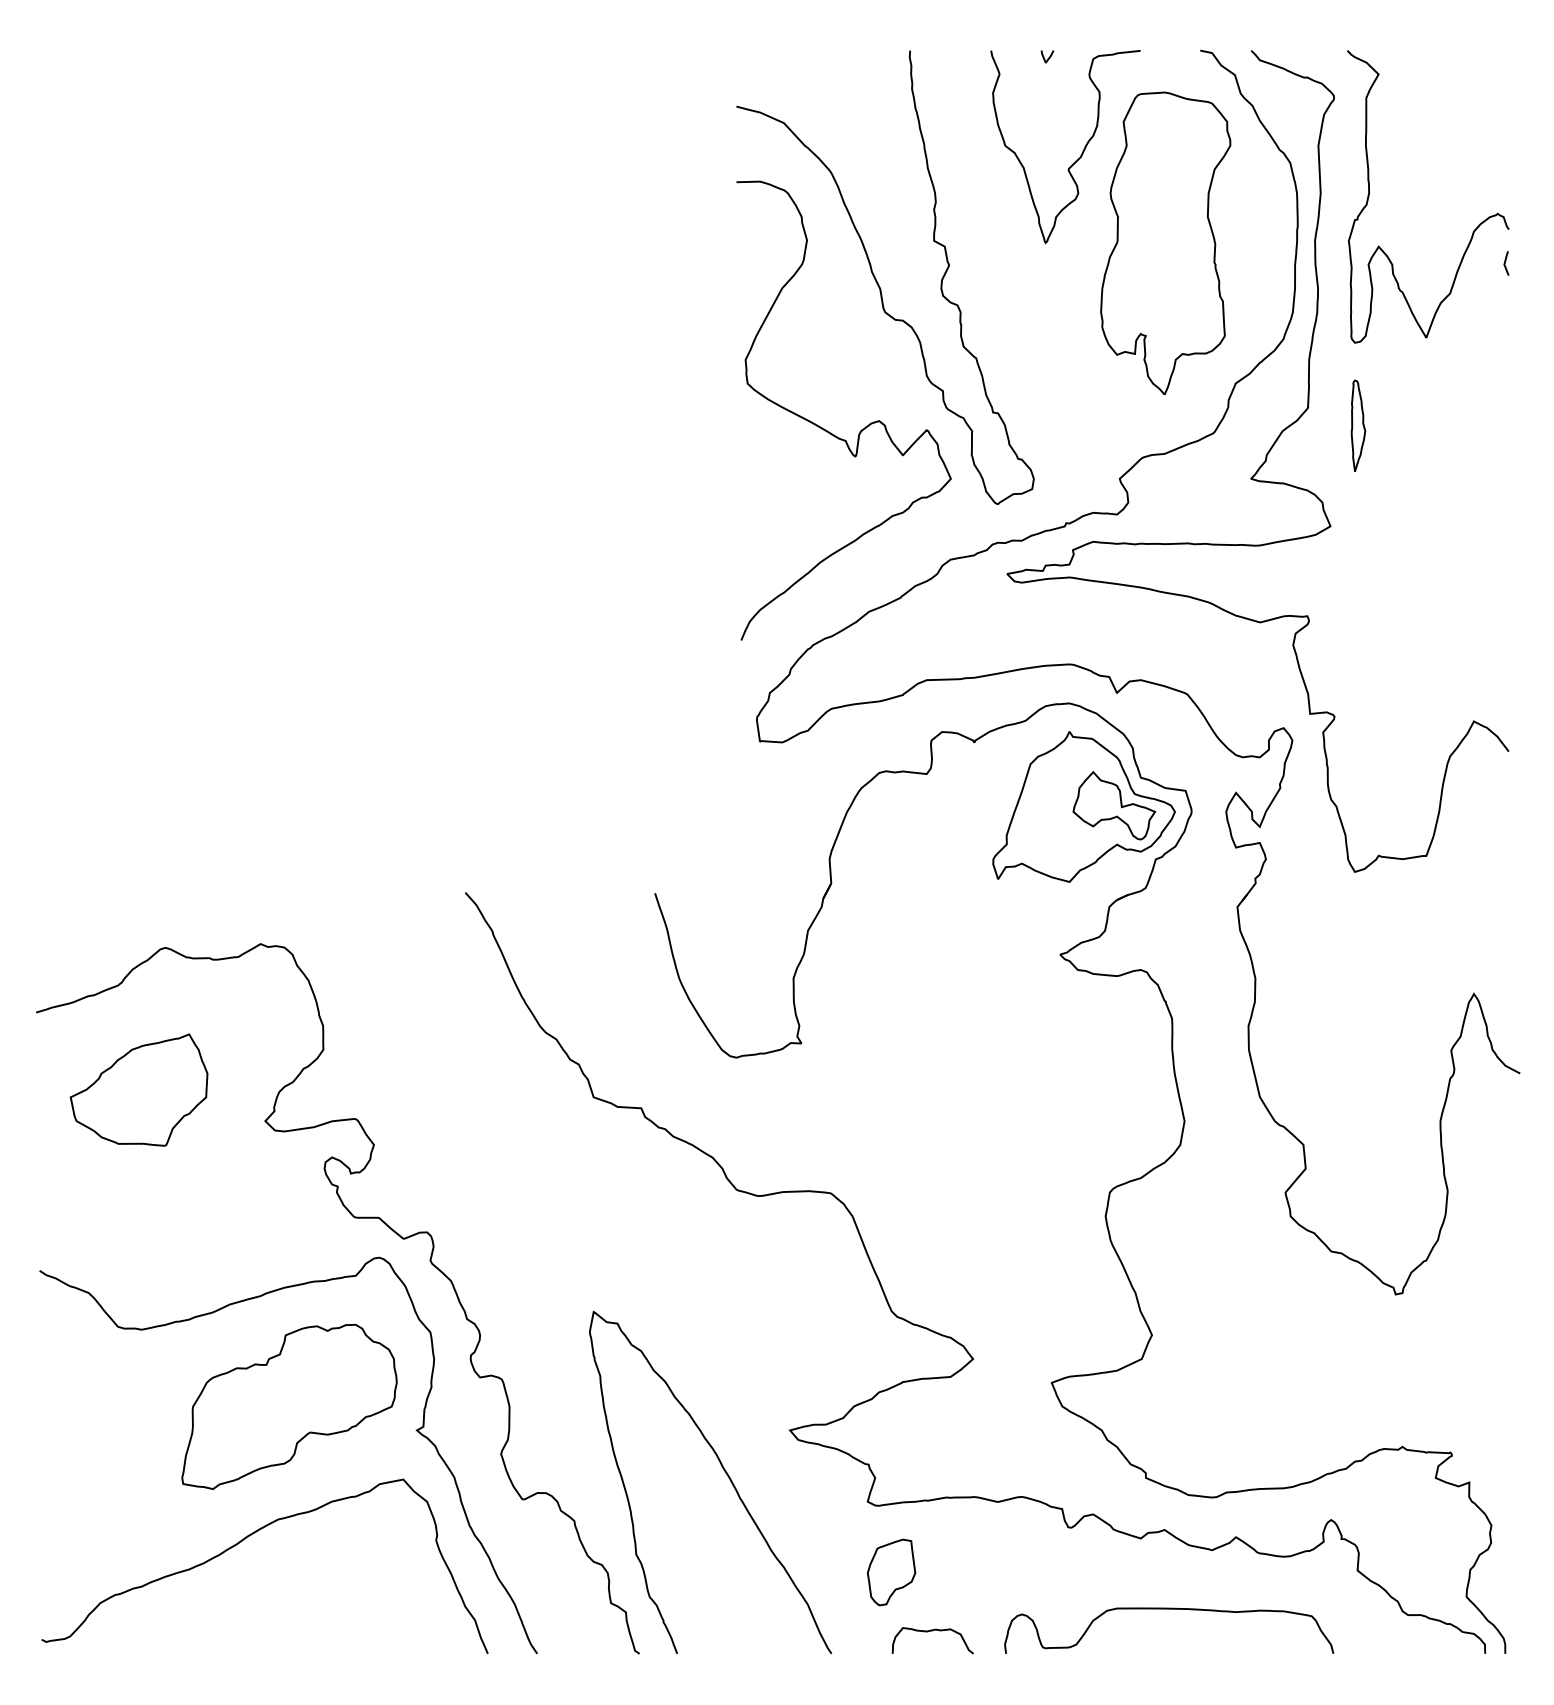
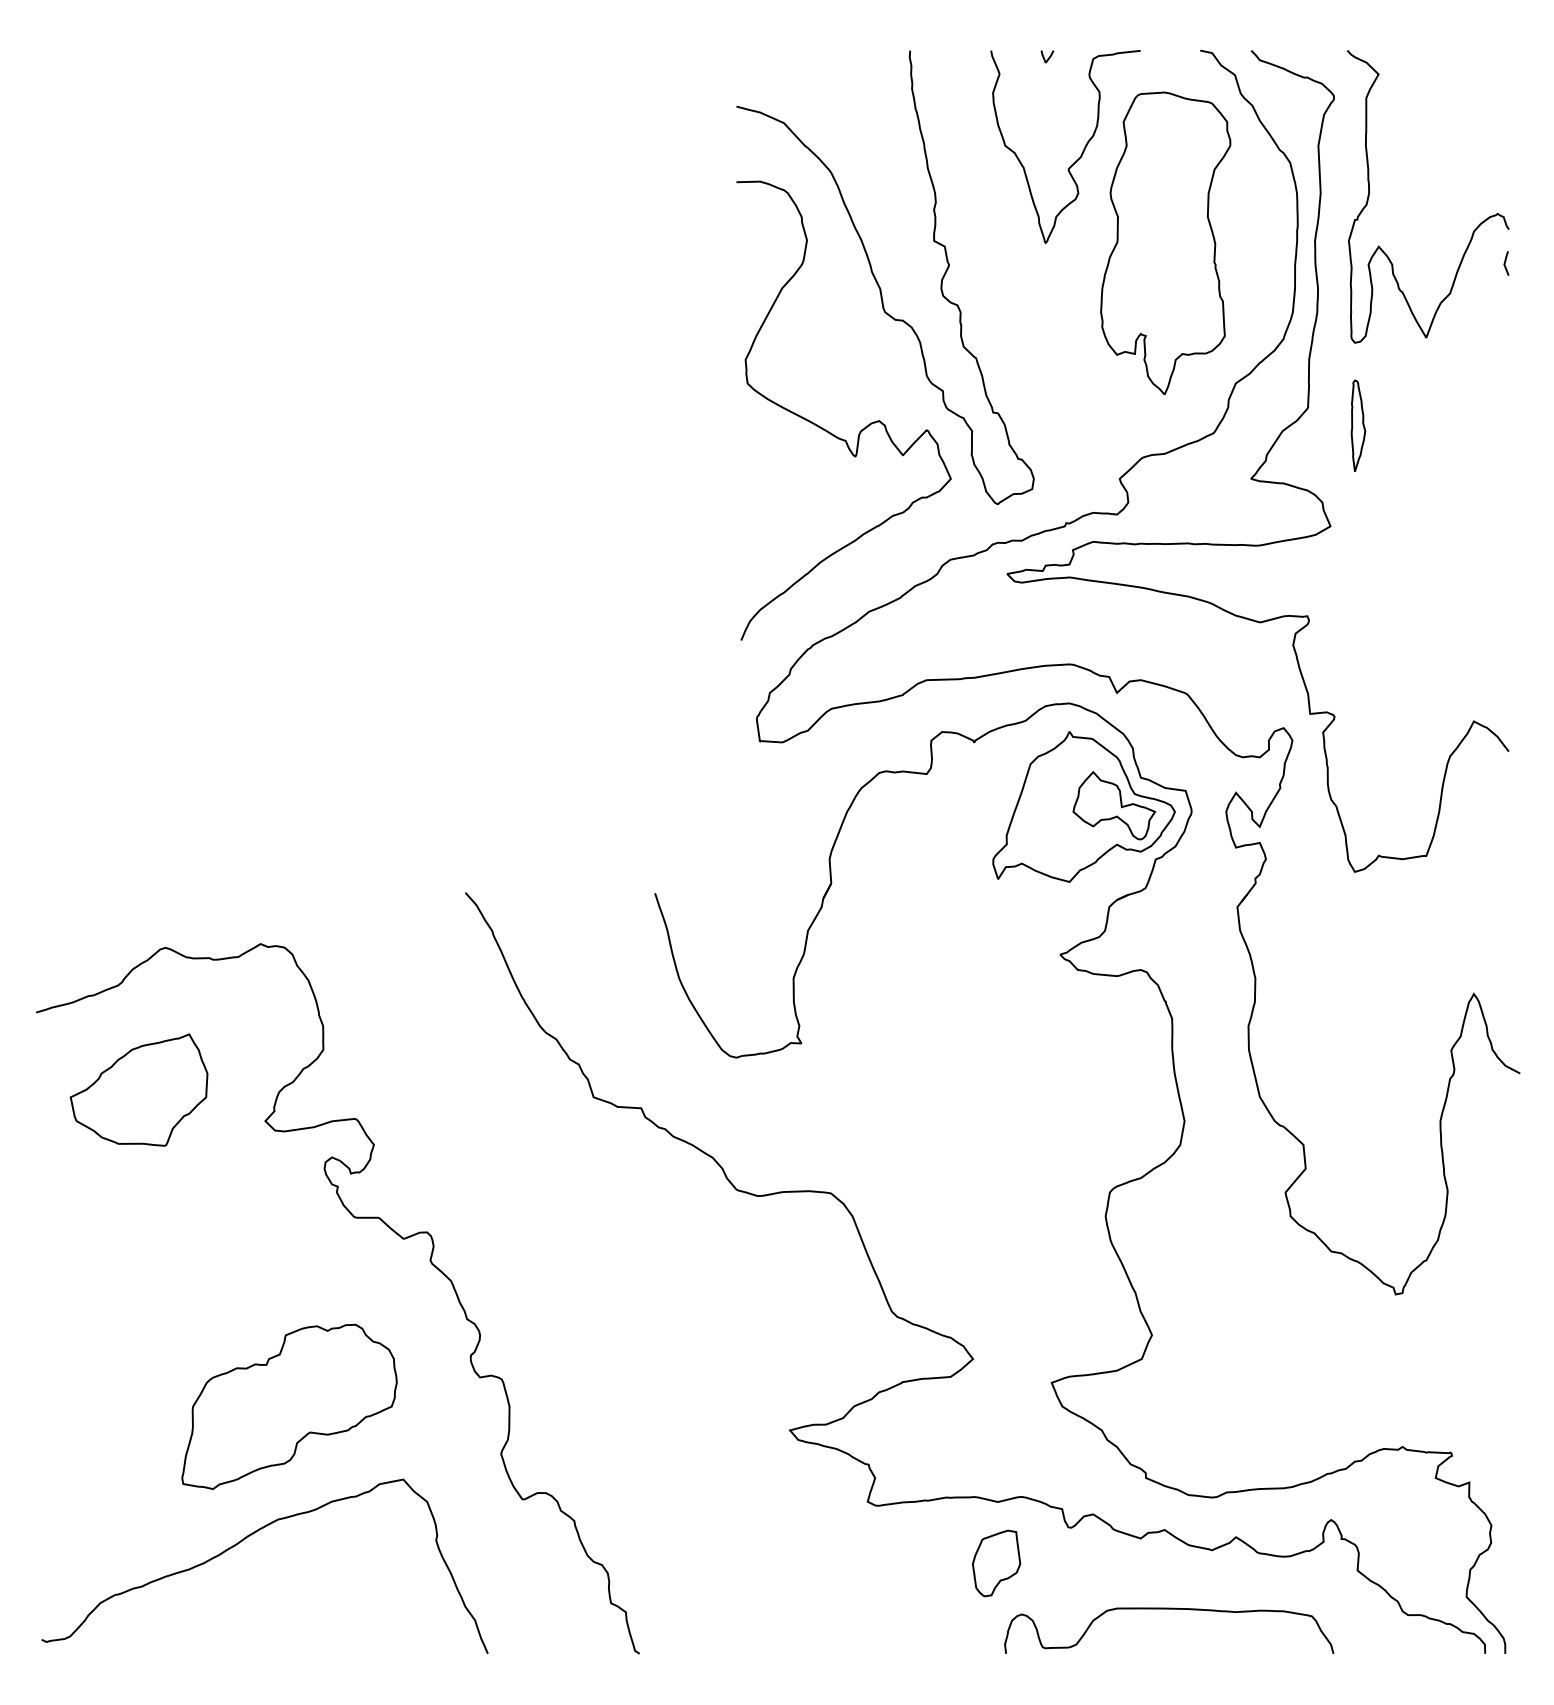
curve at (415, 1430): present -> none
curve at (725, 1473): present -> none
part at (891, 1572) position: (891, 1572) -> (996, 1563)
curve at (928, 1632): present -> none
